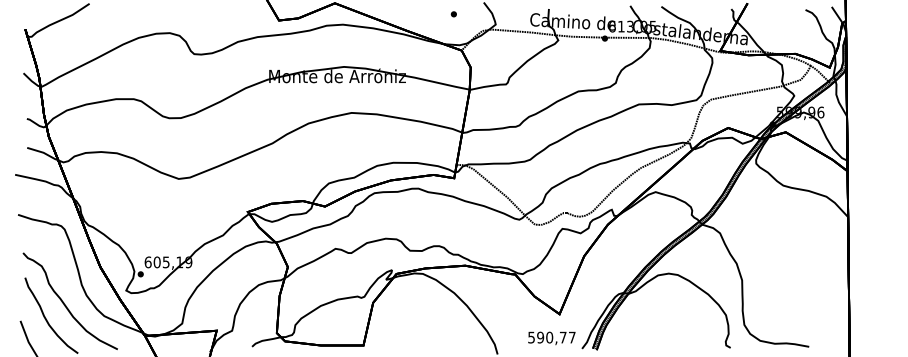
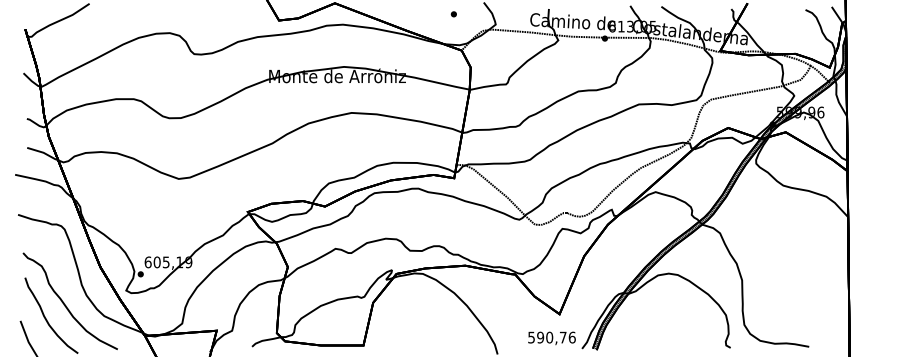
text at (571, 337): 590,77 -> 590,76
